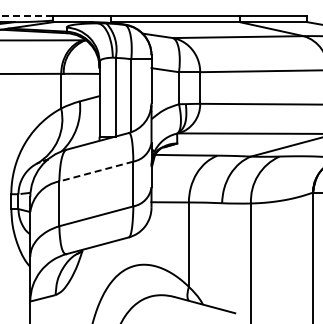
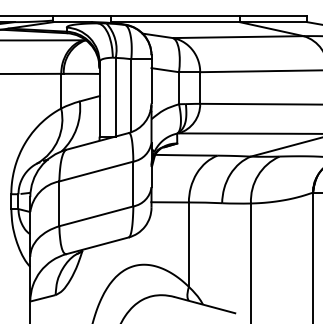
line at (26, 16): dashed -> solid
line at (95, 171): dashed -> solid
